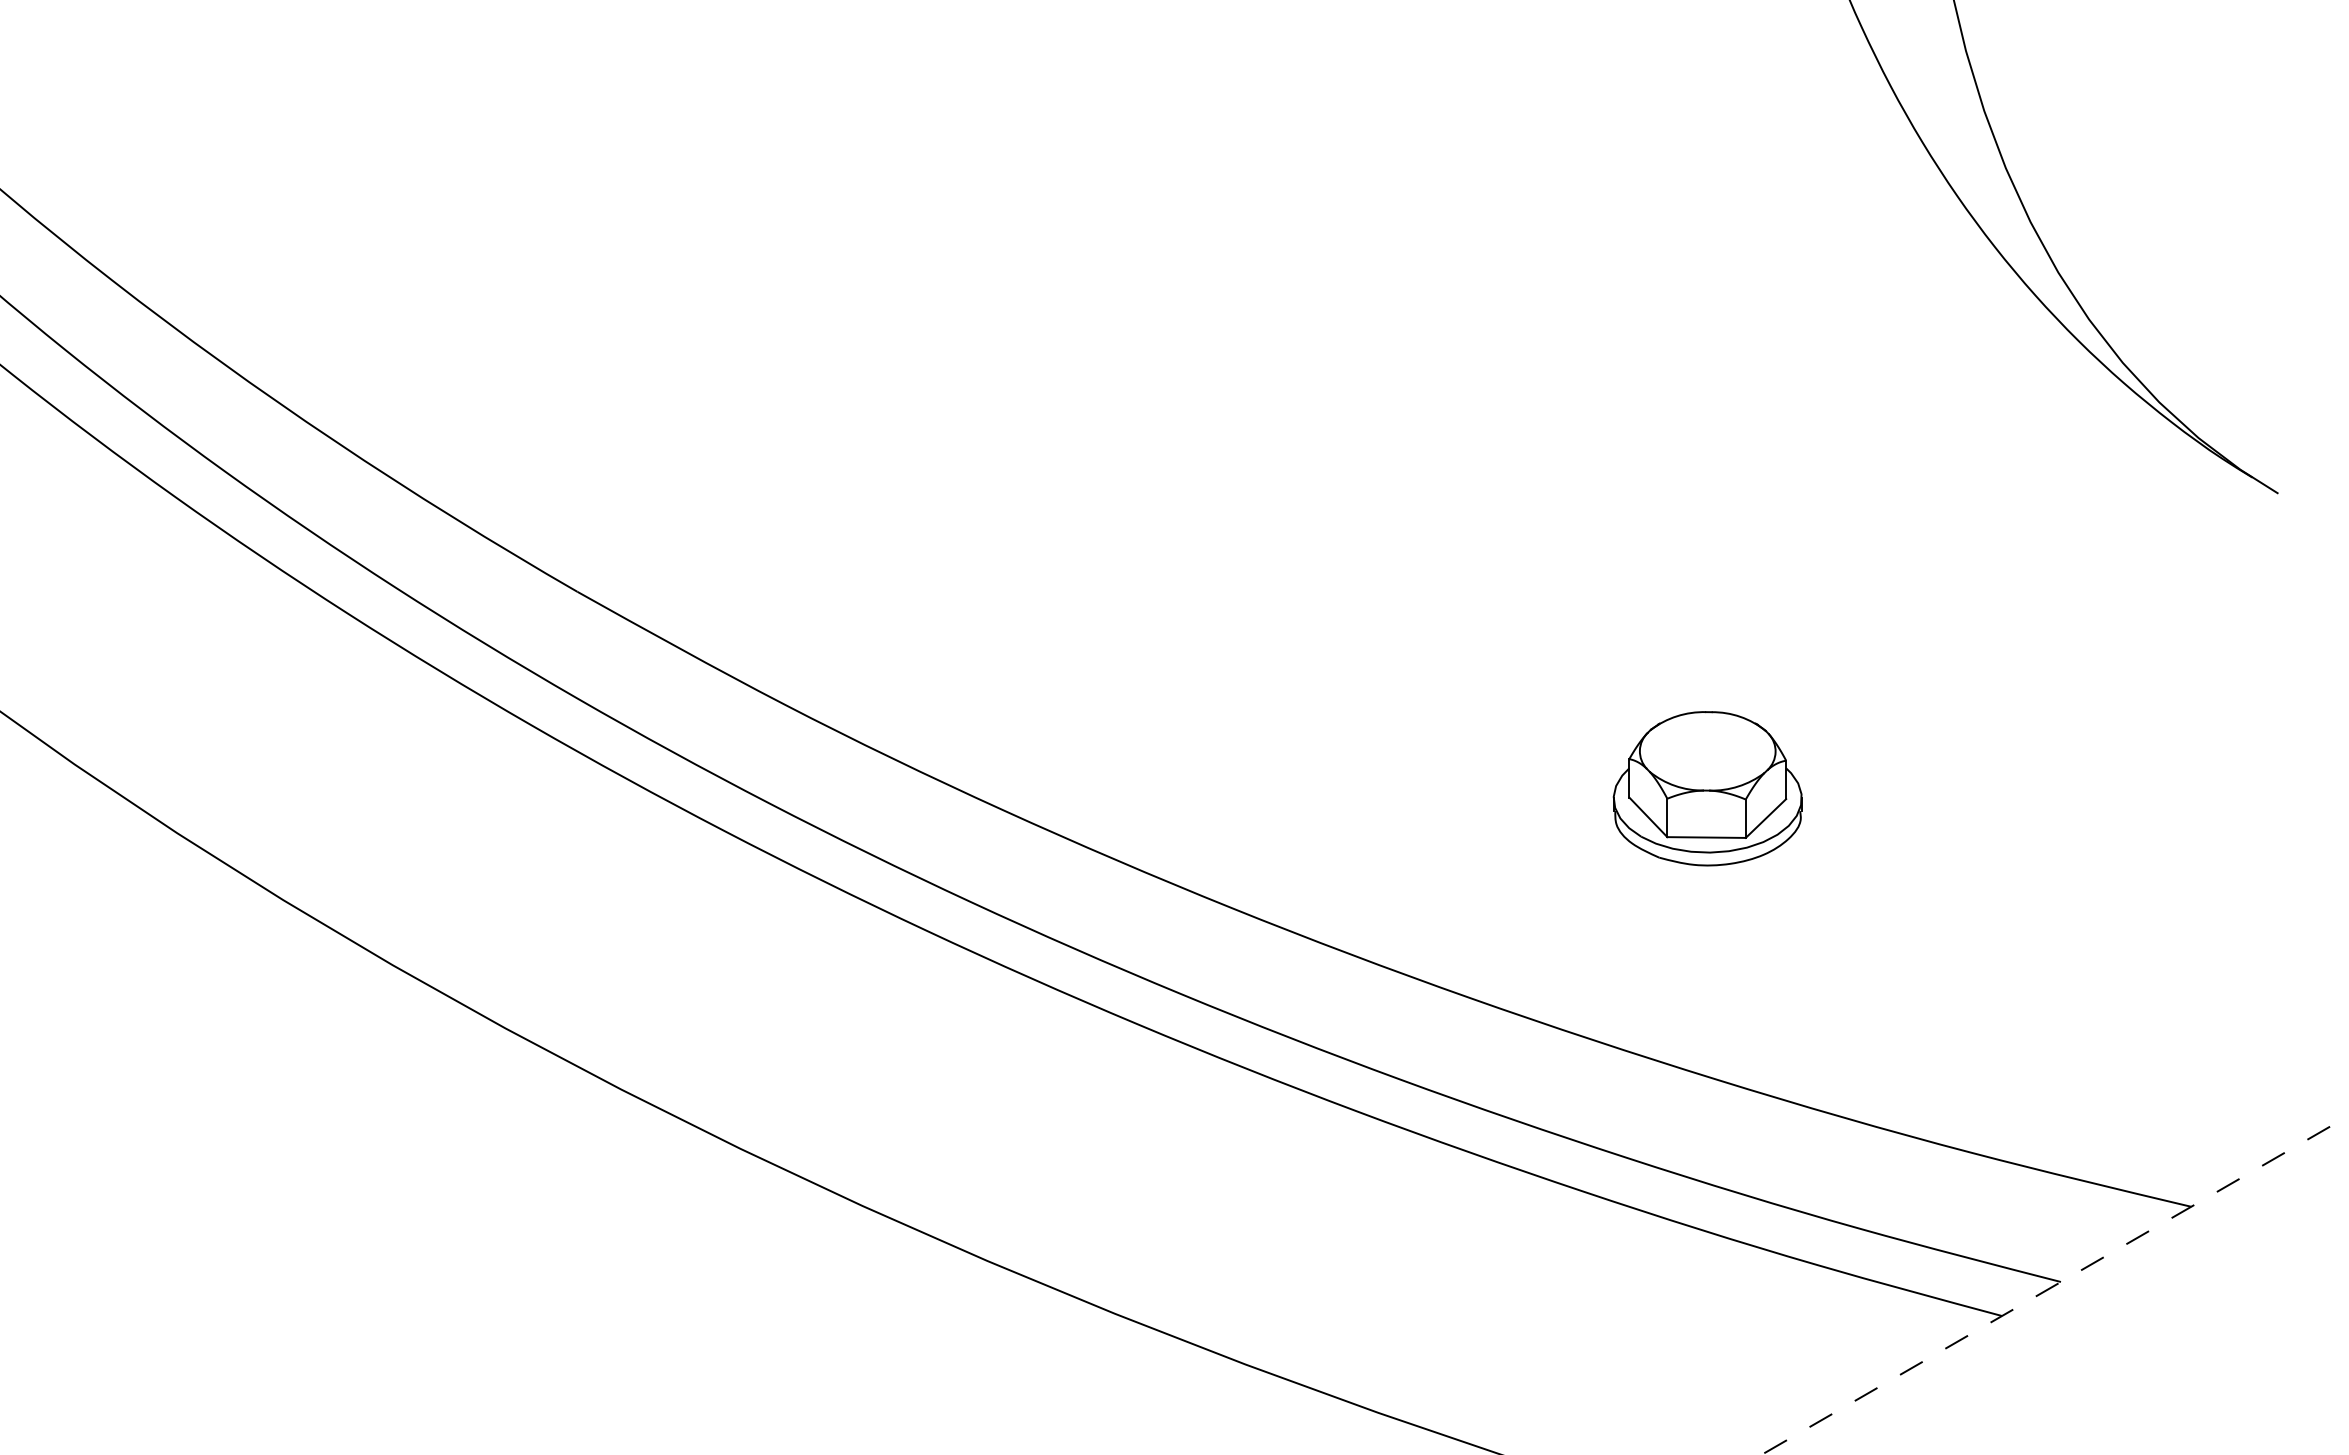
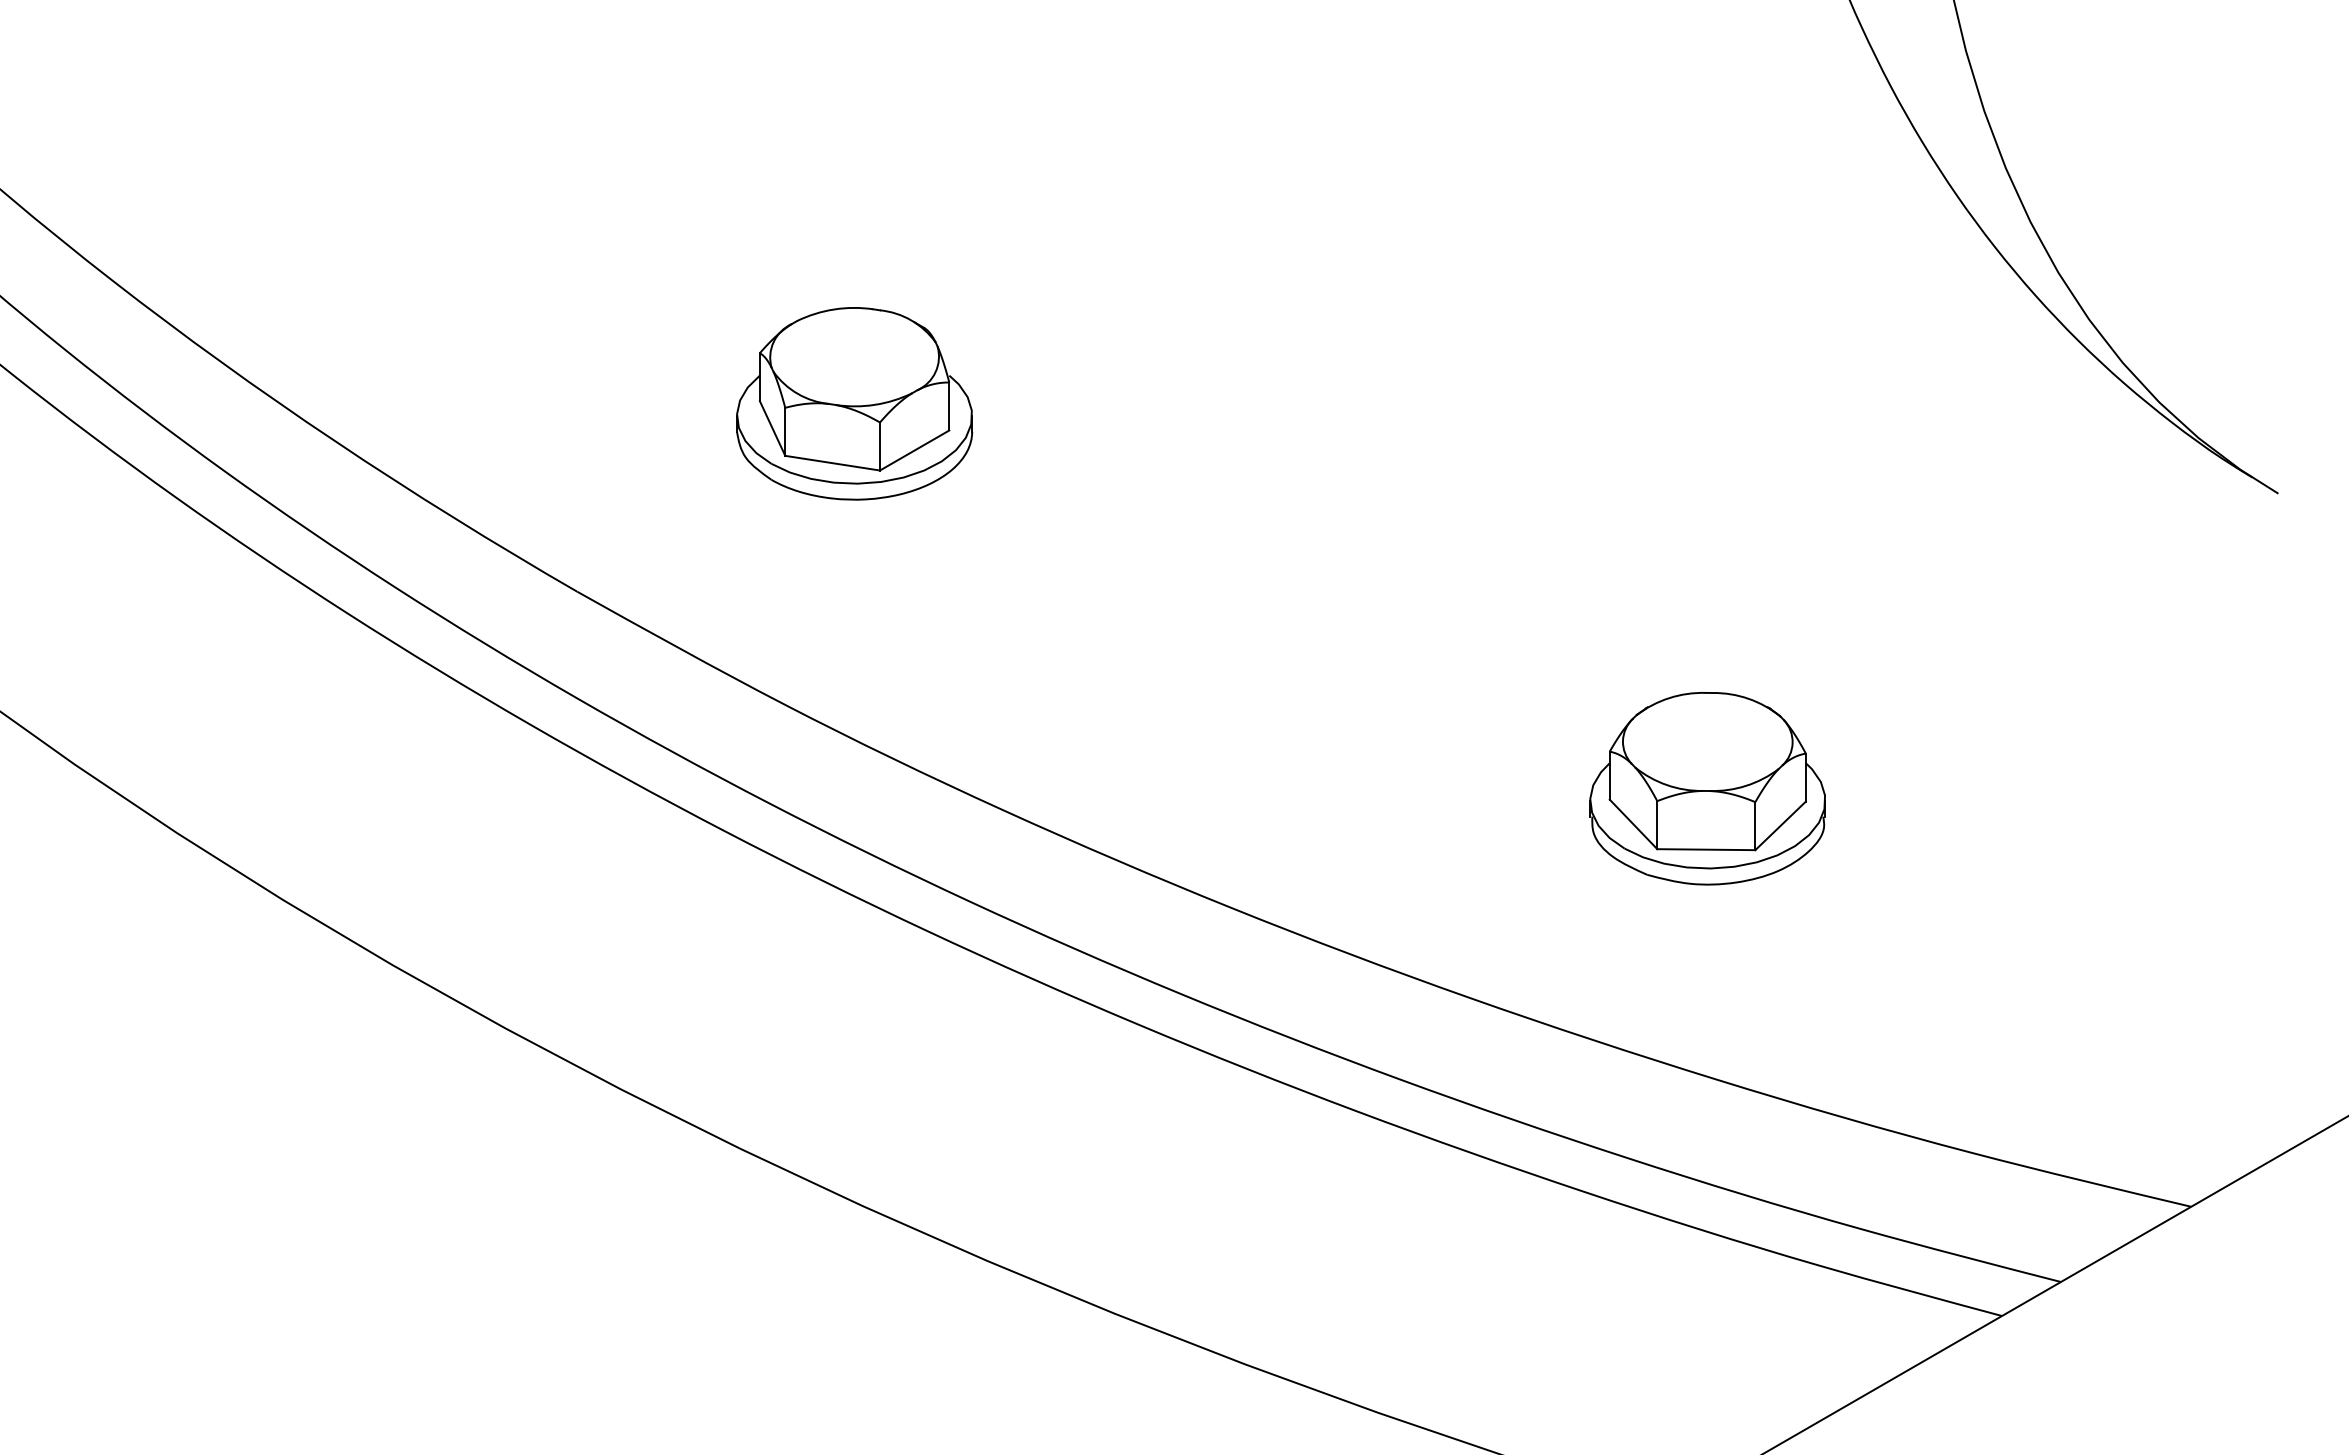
part at (854, 403): none -> present
part at (1707, 788) size: 191x156 px -> 237x194 px
line at (2054, 1285): dashed -> solid
